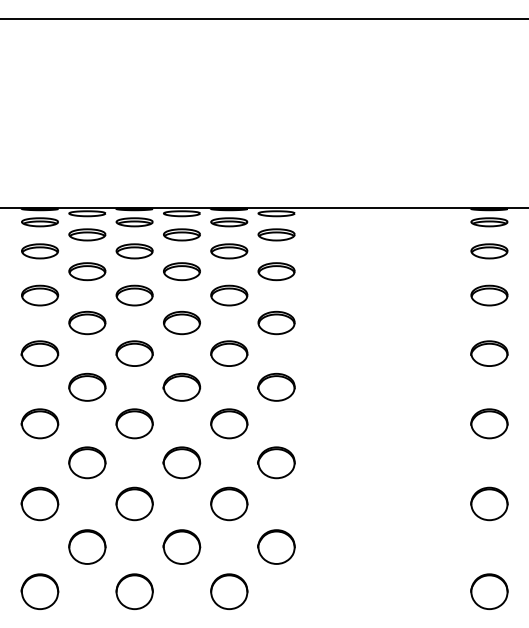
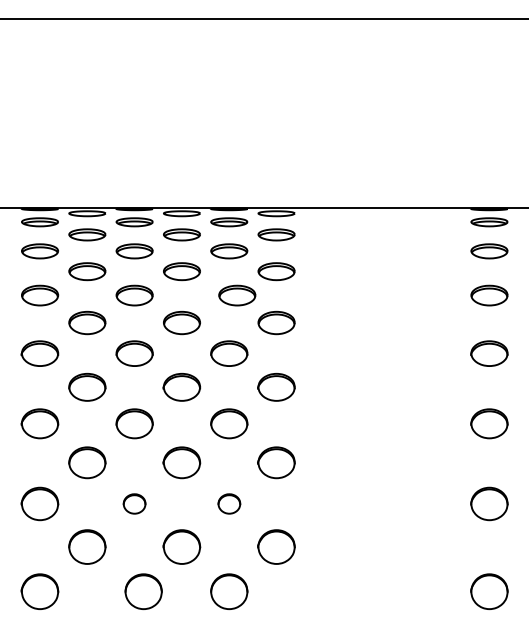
part at (229, 295) position: (229, 295) -> (237, 295)
part at (134, 503) size: 39x36 px -> 25x22 px
part at (229, 503) size: 39x36 px -> 25x22 px
part at (134, 591) position: (134, 591) -> (143, 591)
